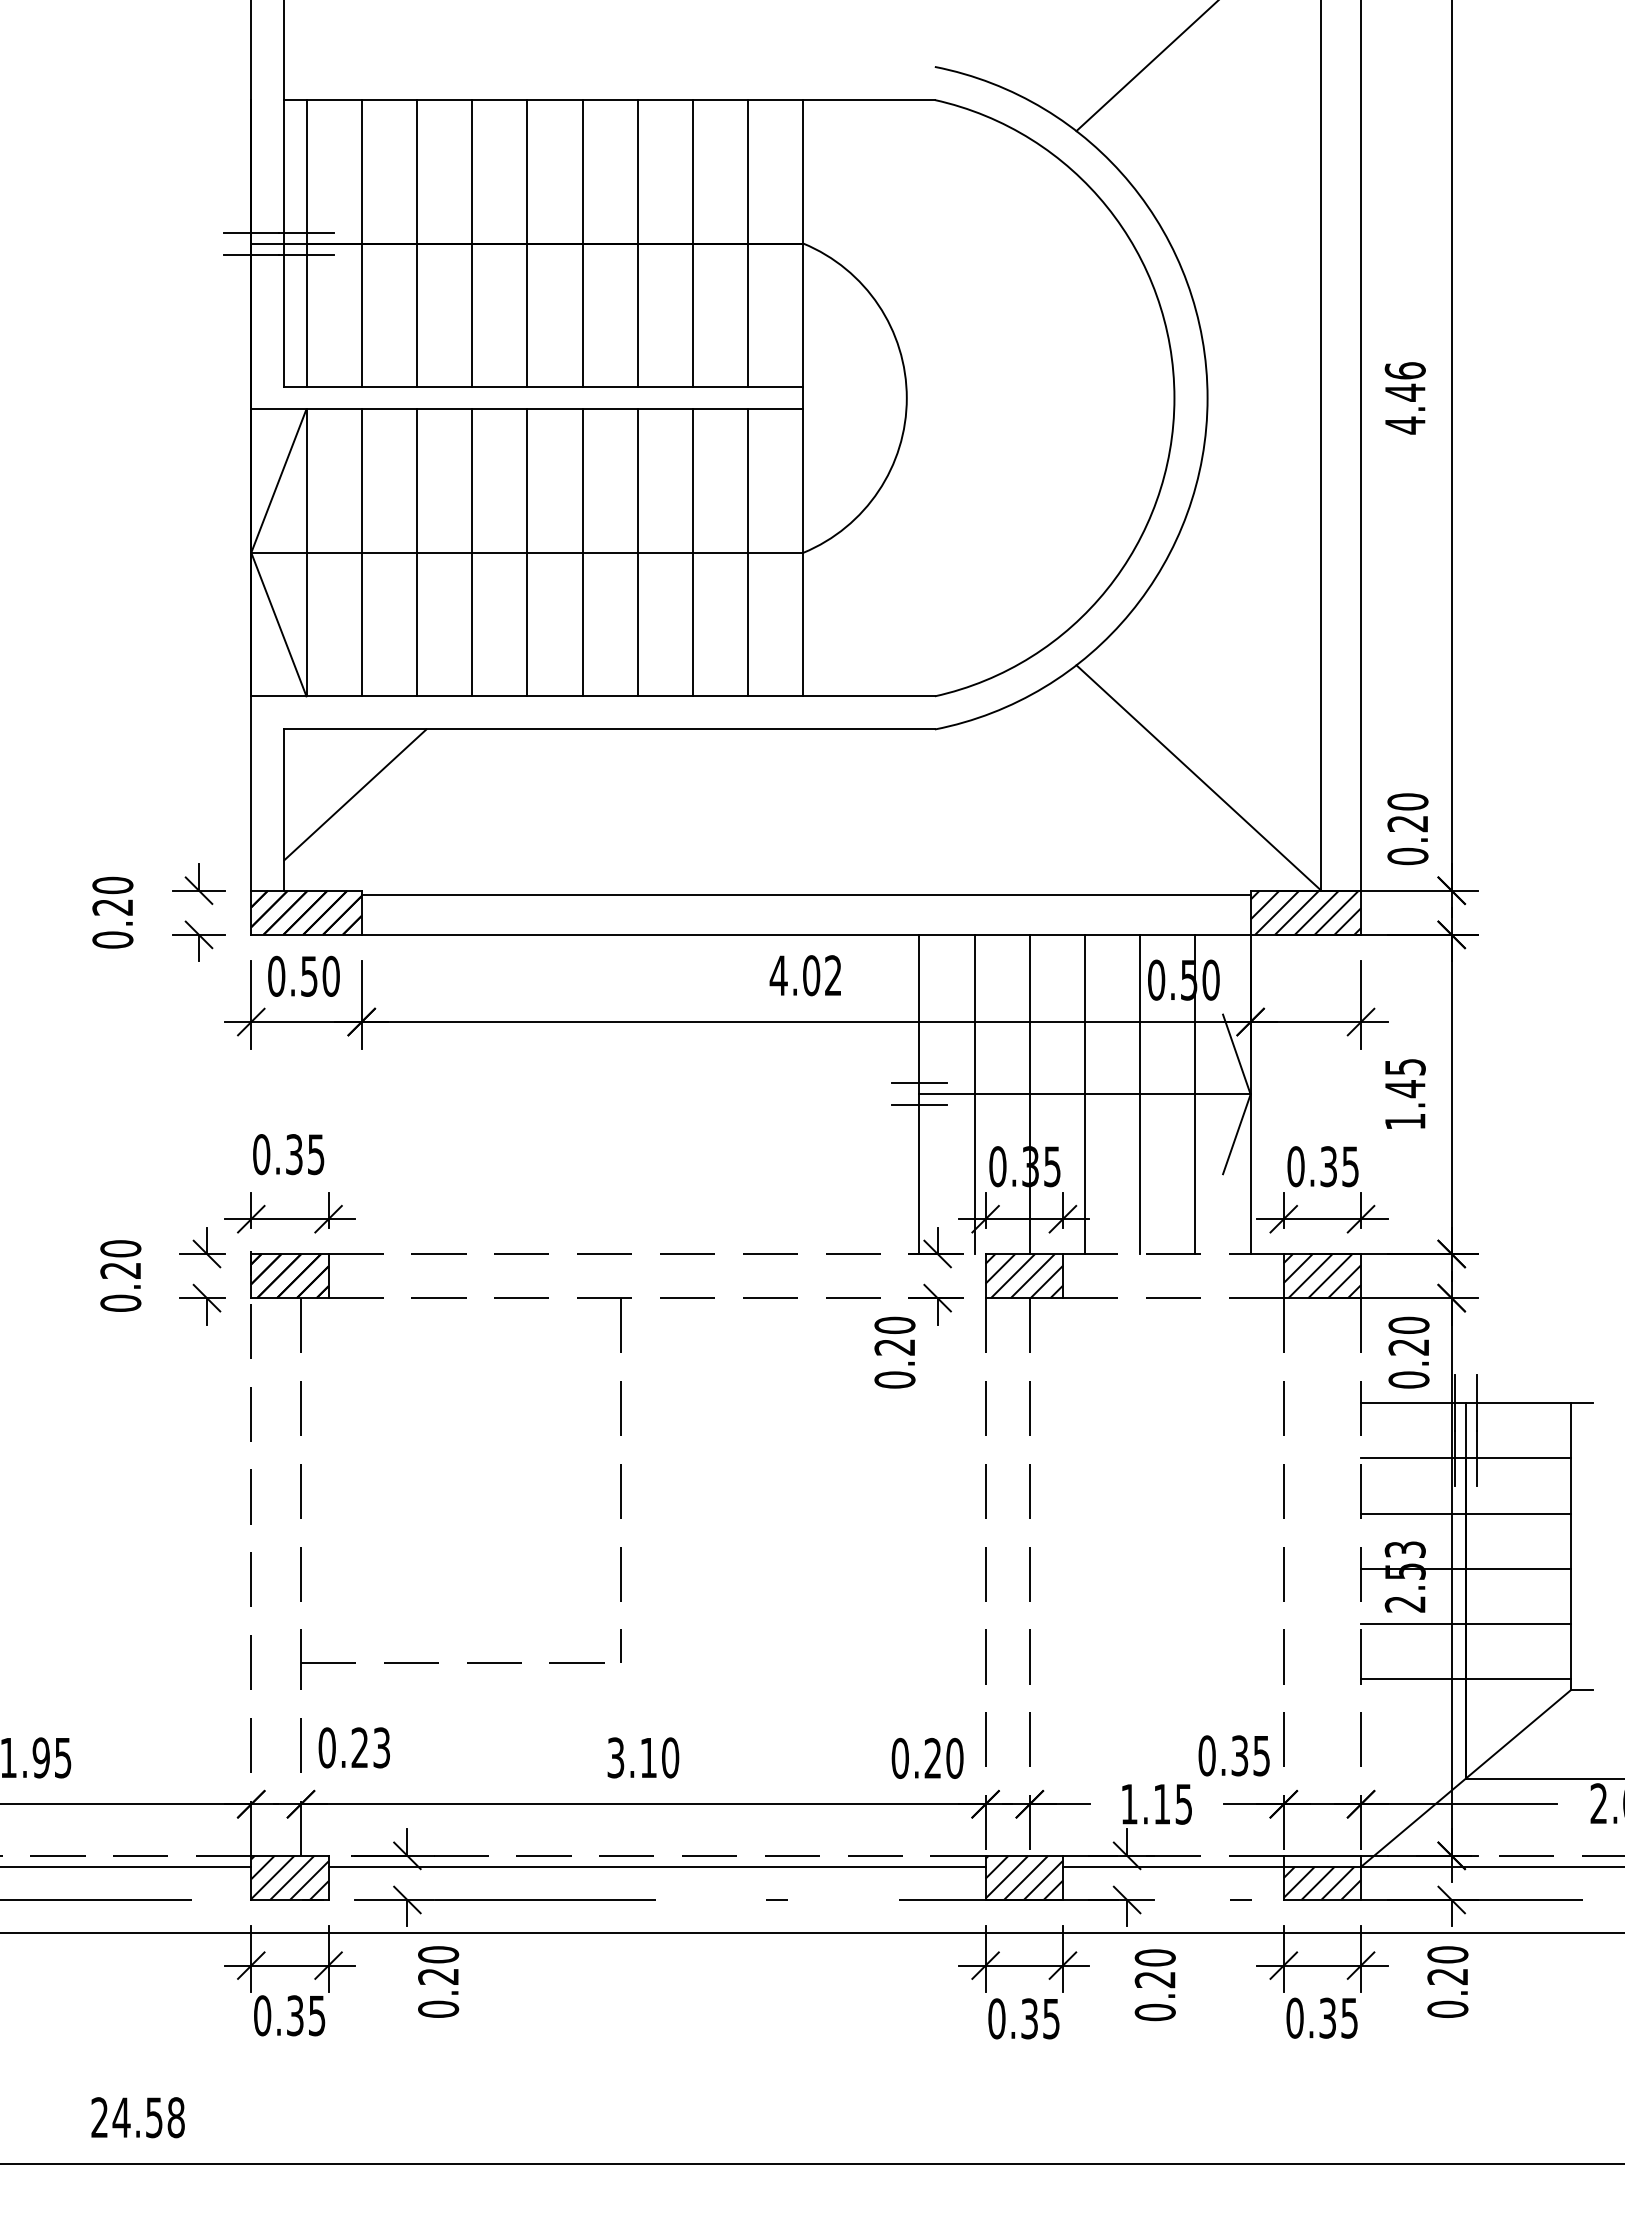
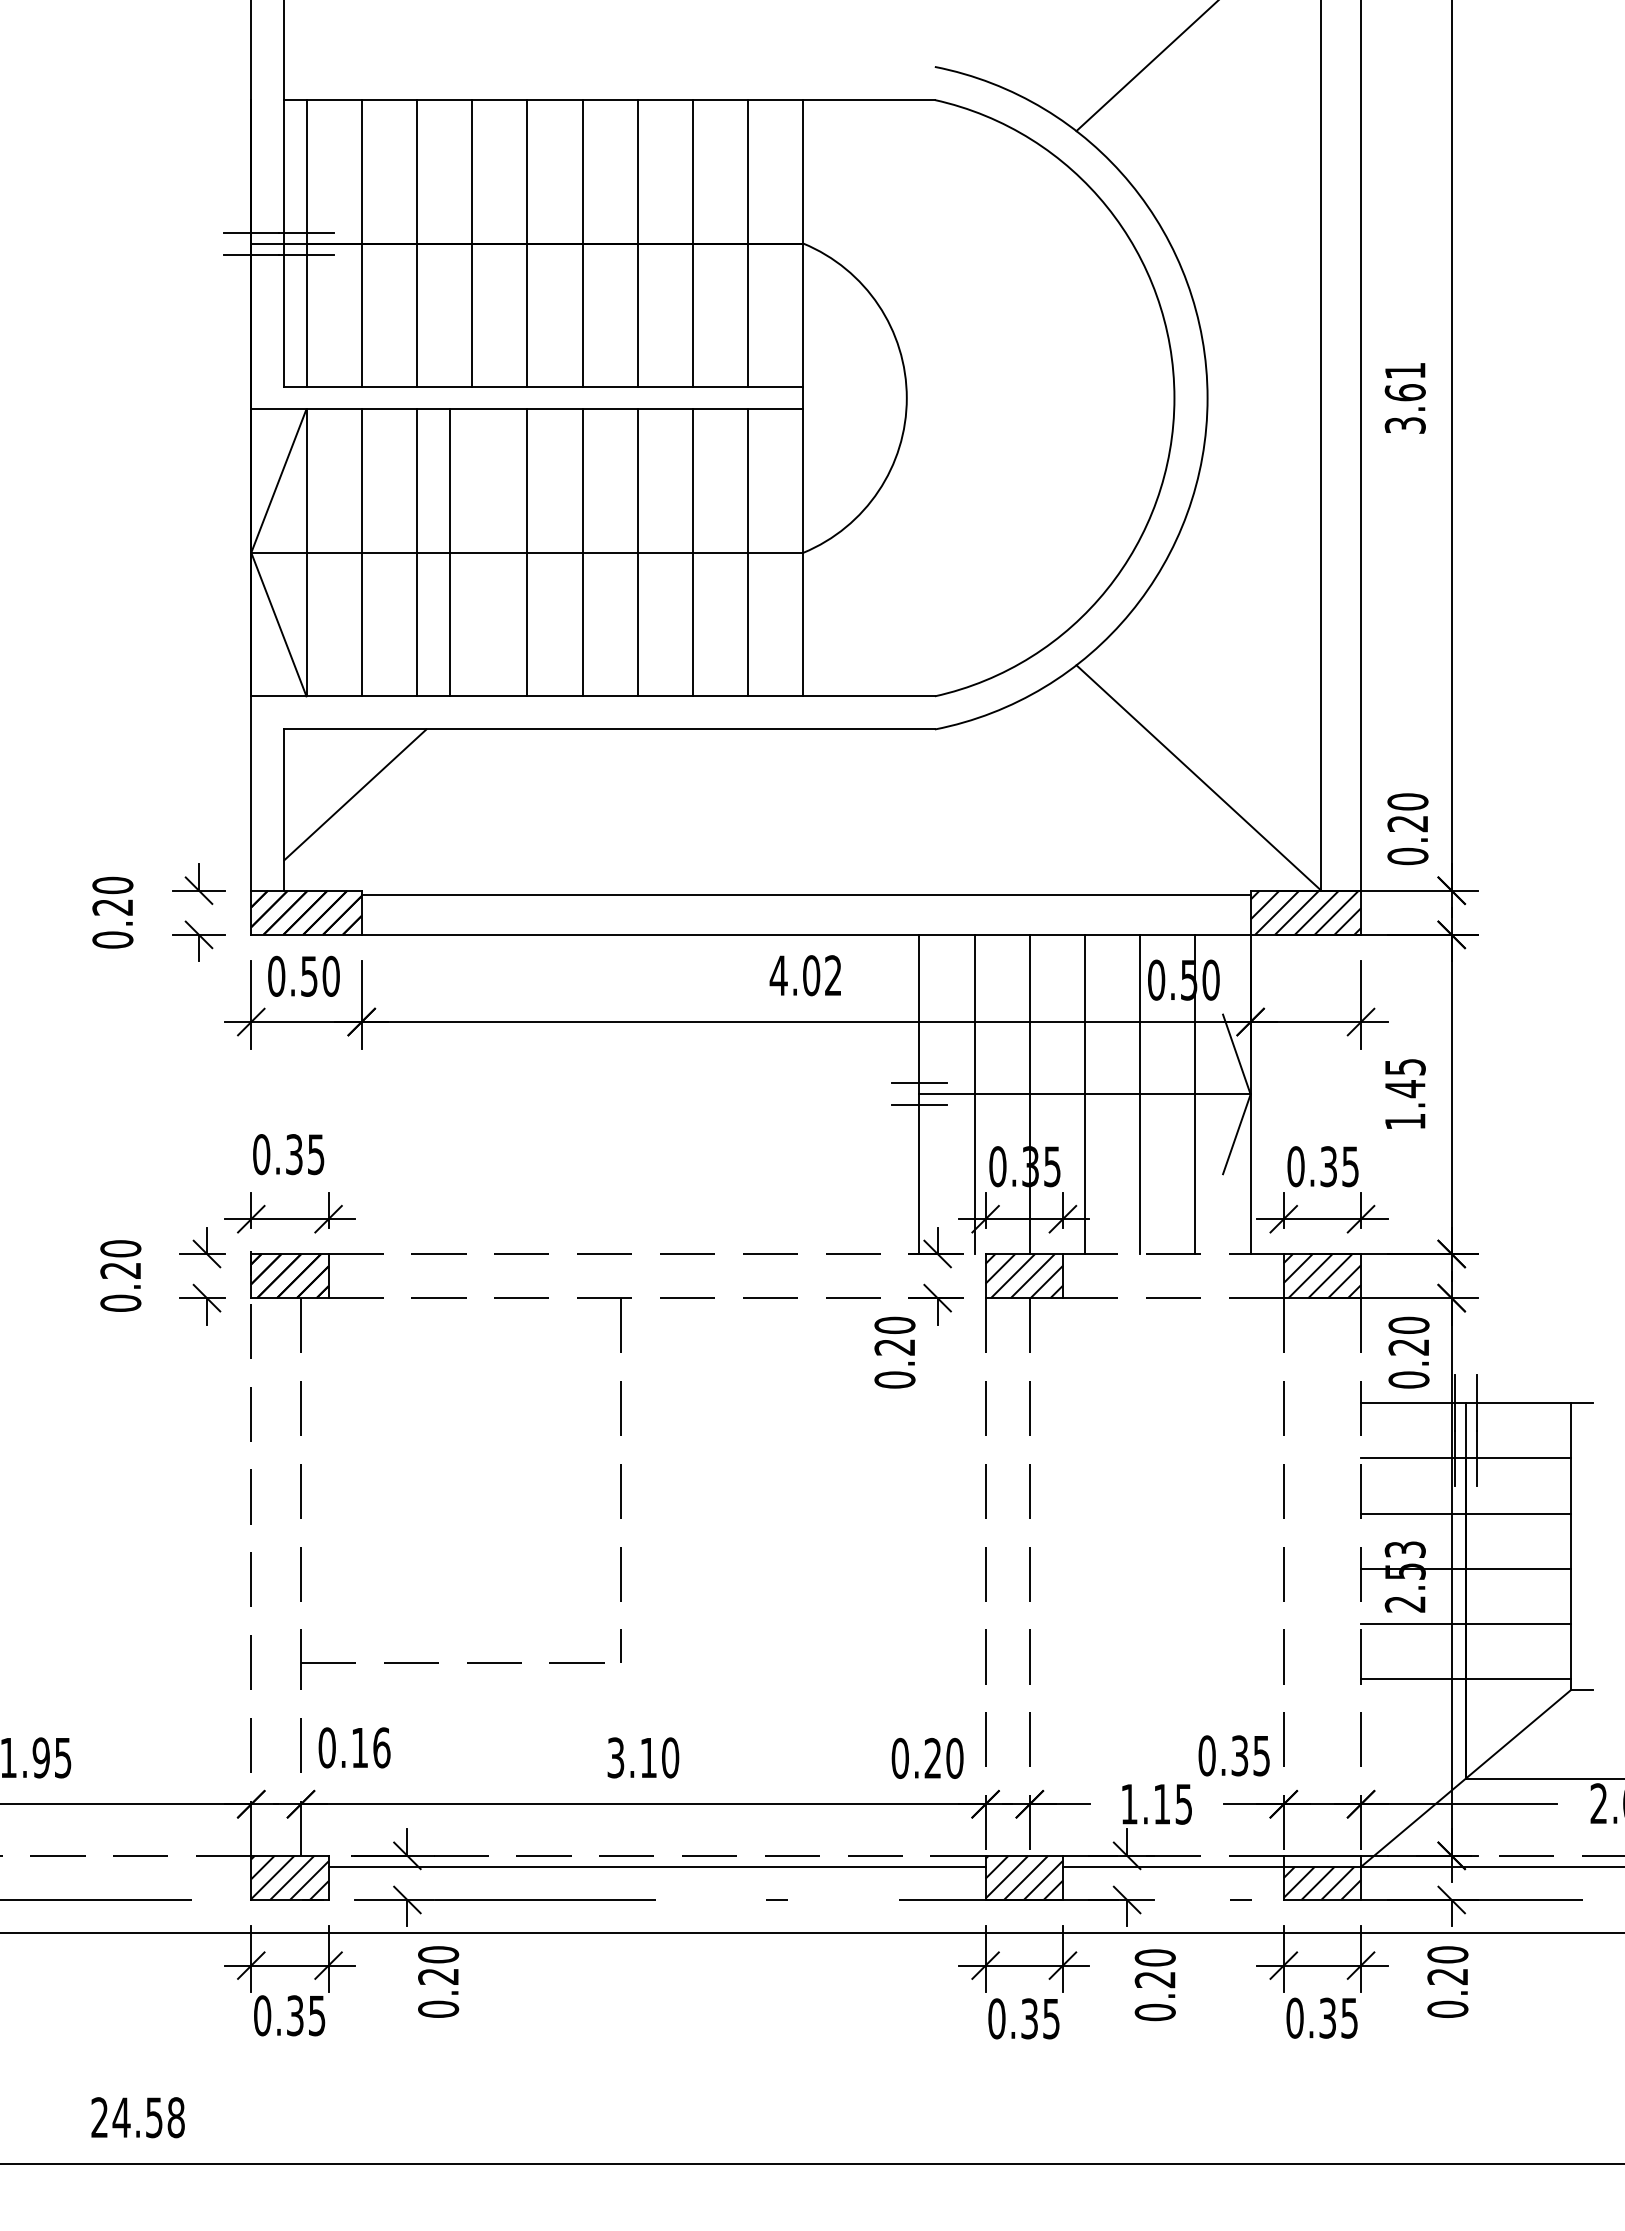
text at (1404, 398): 4.46 -> 3.61
line at (472, 552) position: (472, 552) -> (450, 552)
text at (370, 1747): 0.23 -> 0.16
line at (126, 1866): present -> none
